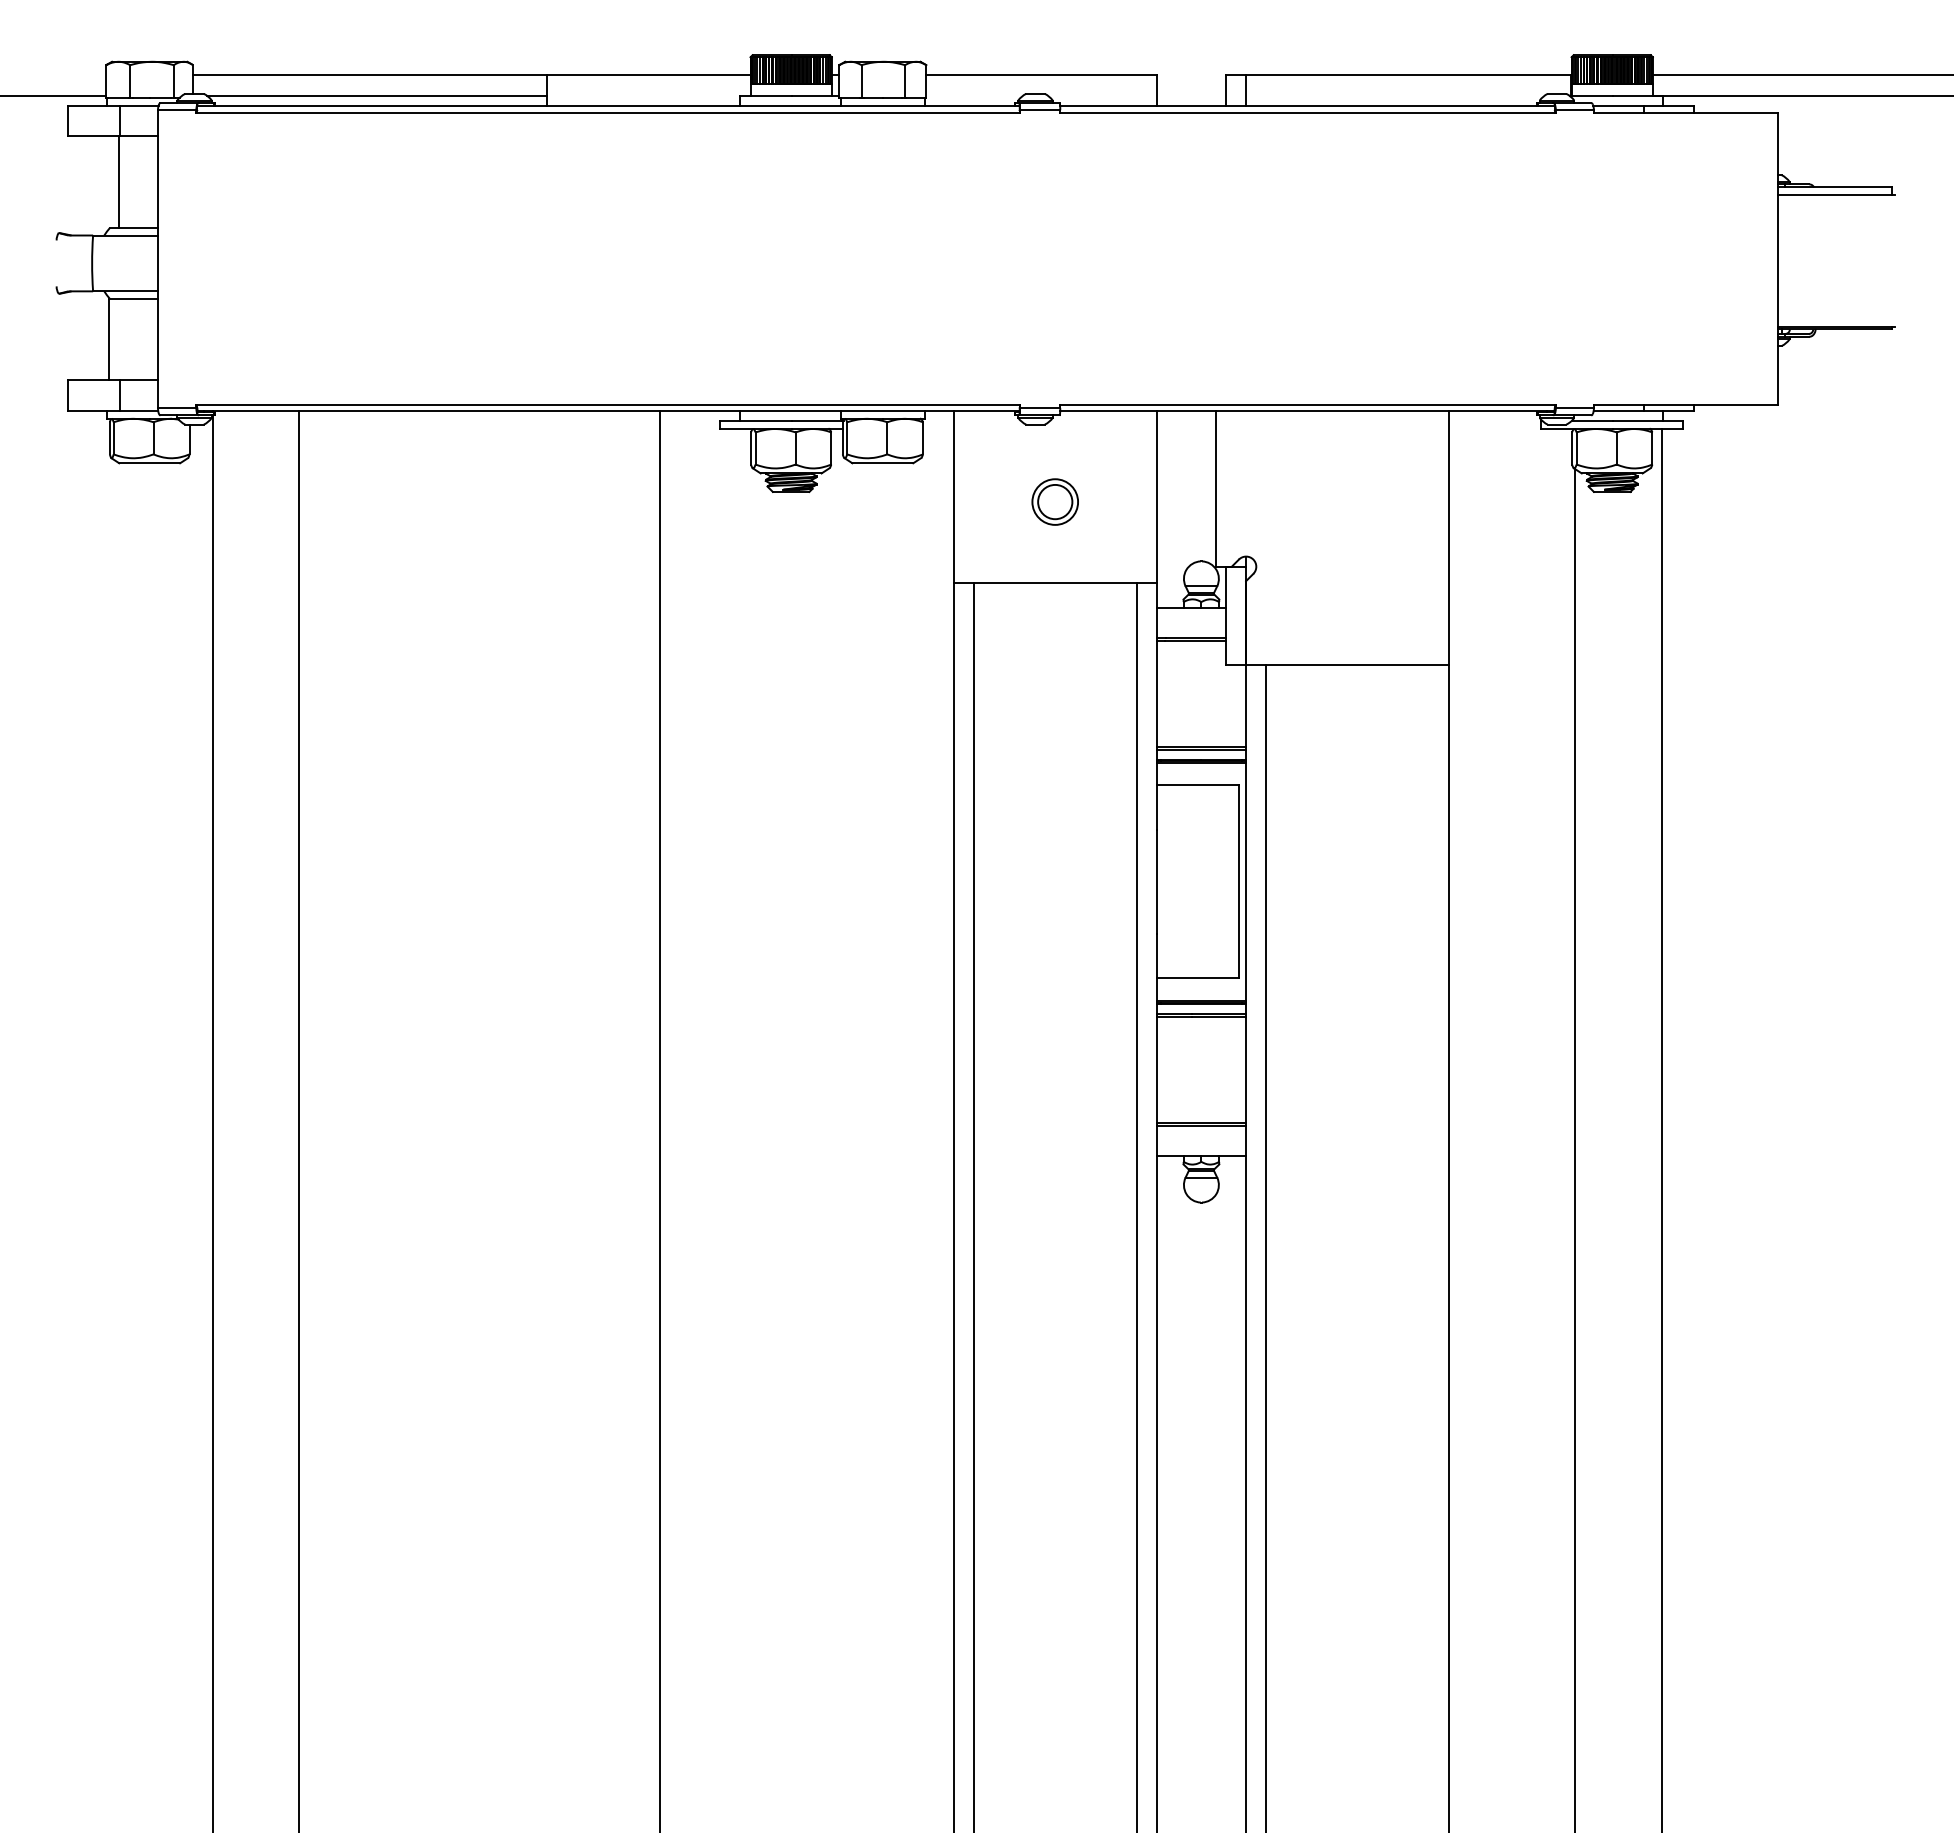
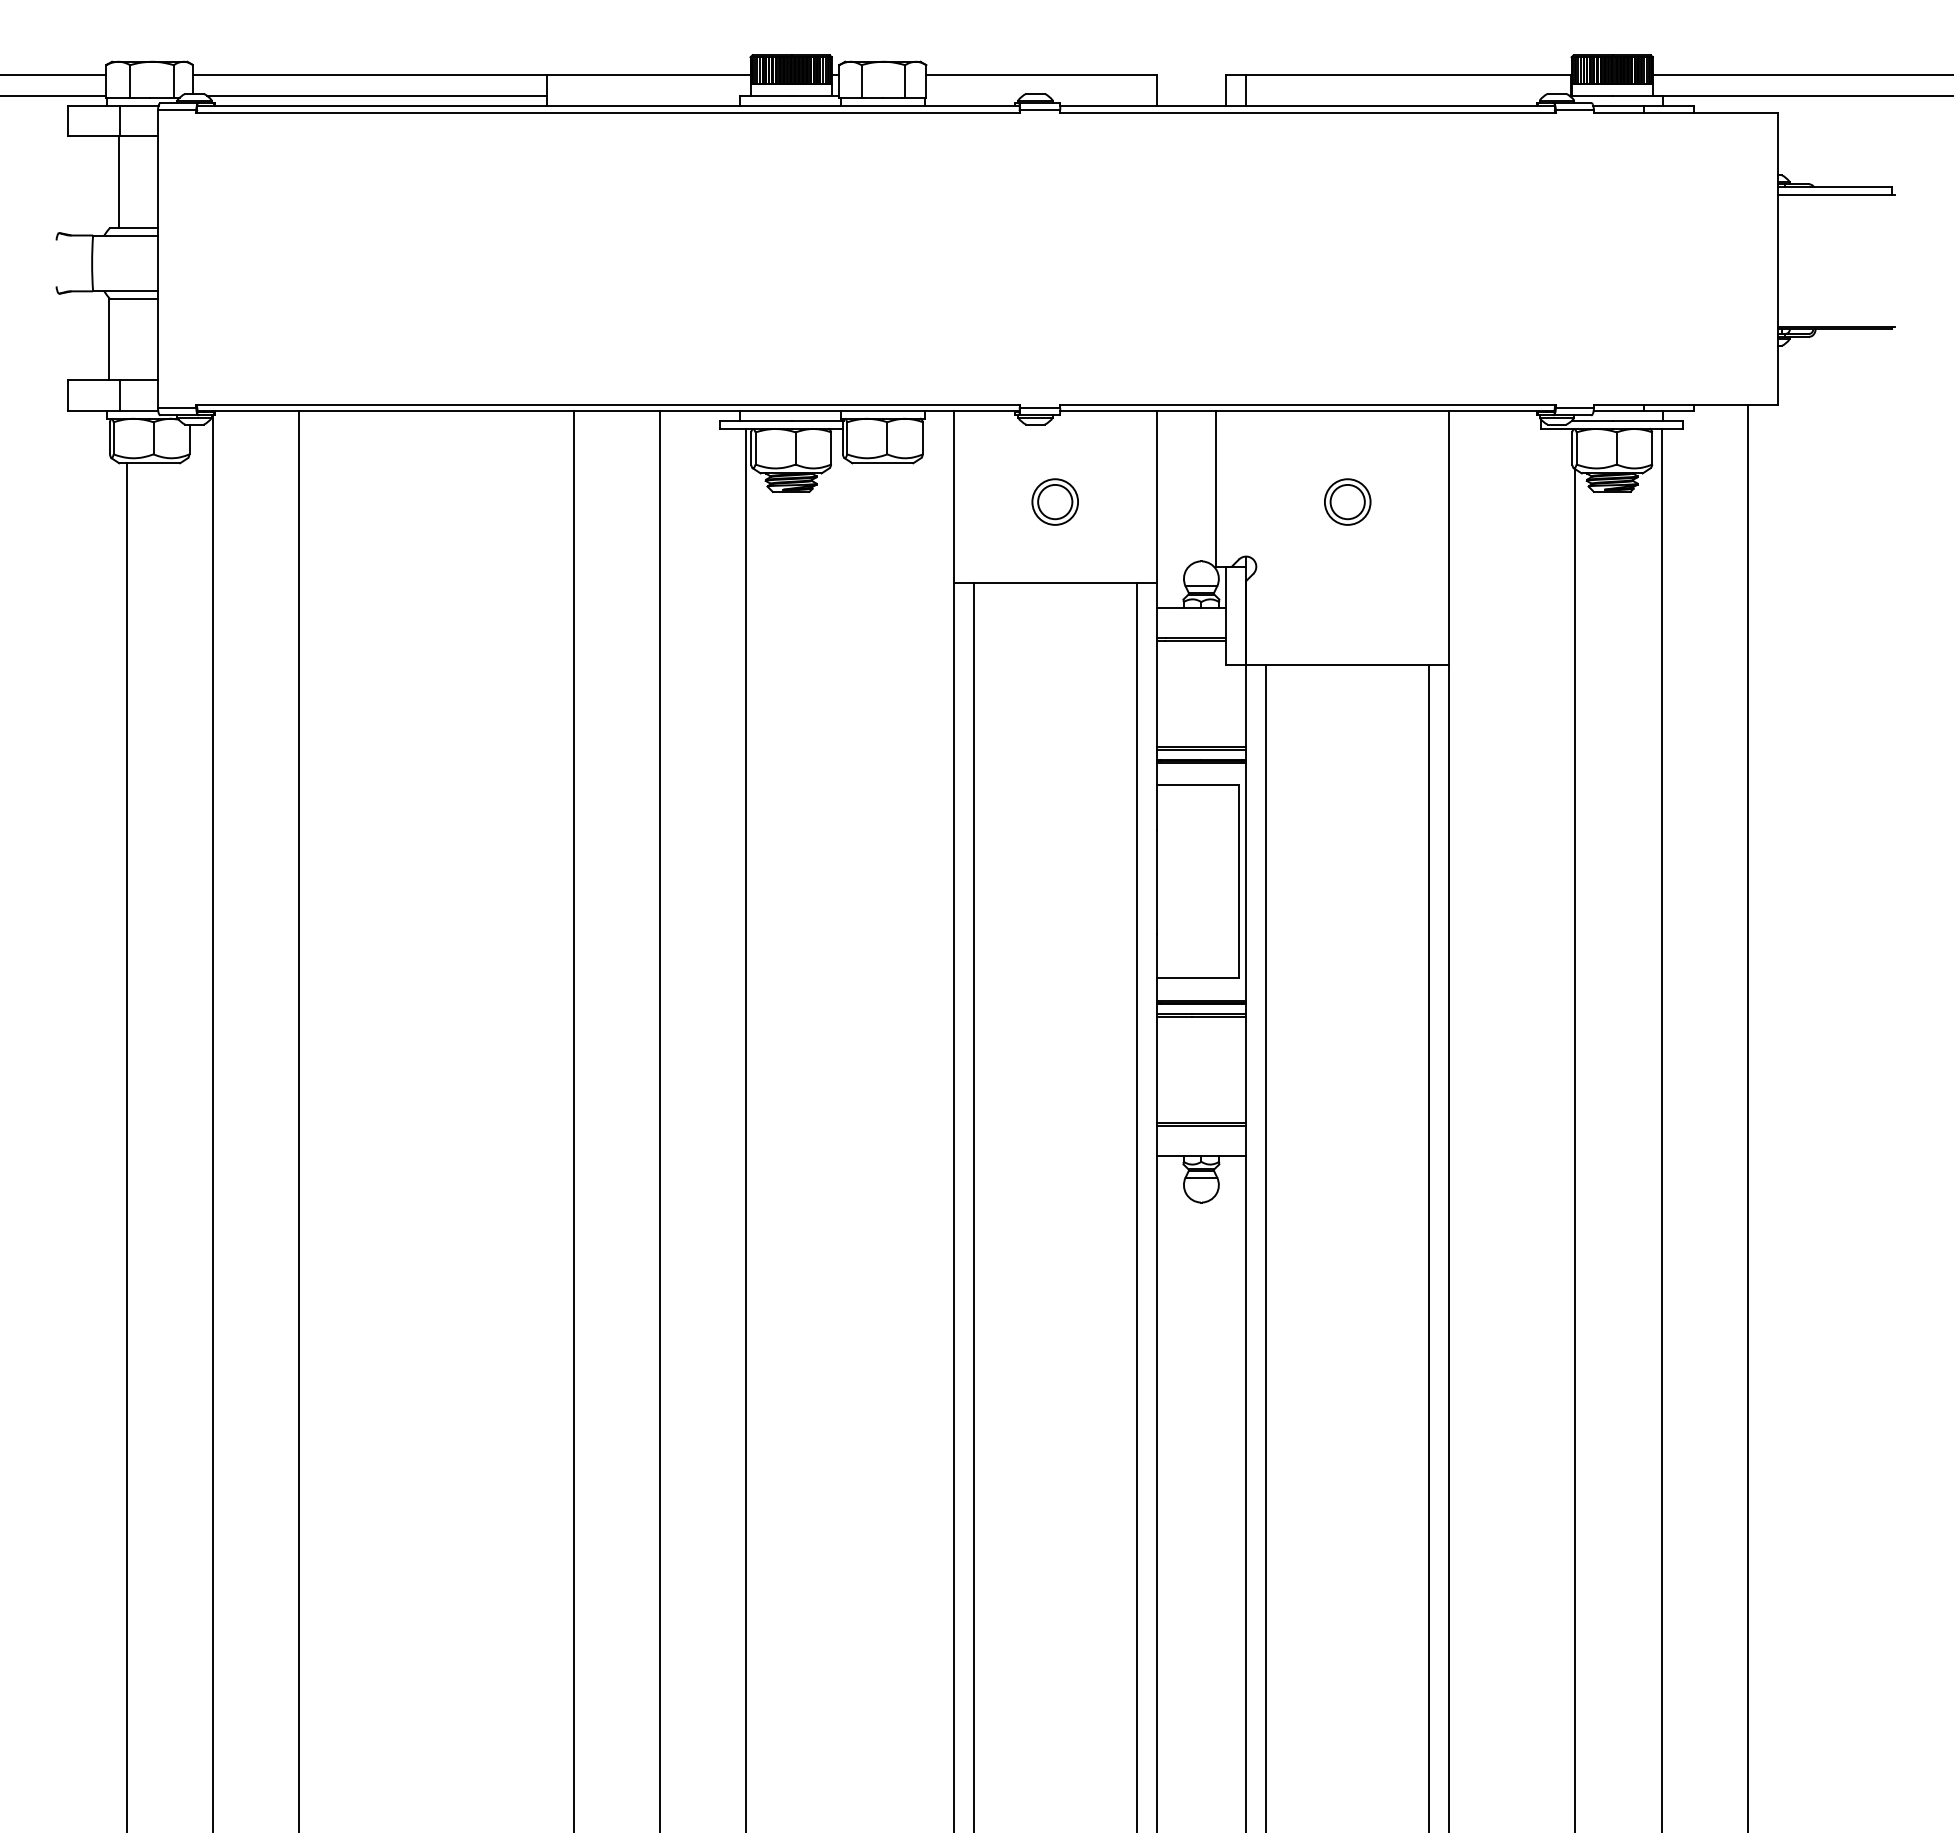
line at (54, 75): none -> present
part at (1347, 501): none -> present
line at (1747, 1117): none -> present
line at (573, 1119): none -> present
line at (746, 1128): none -> present
line at (127, 1146): none -> present
line at (1428, 1246): none -> present
